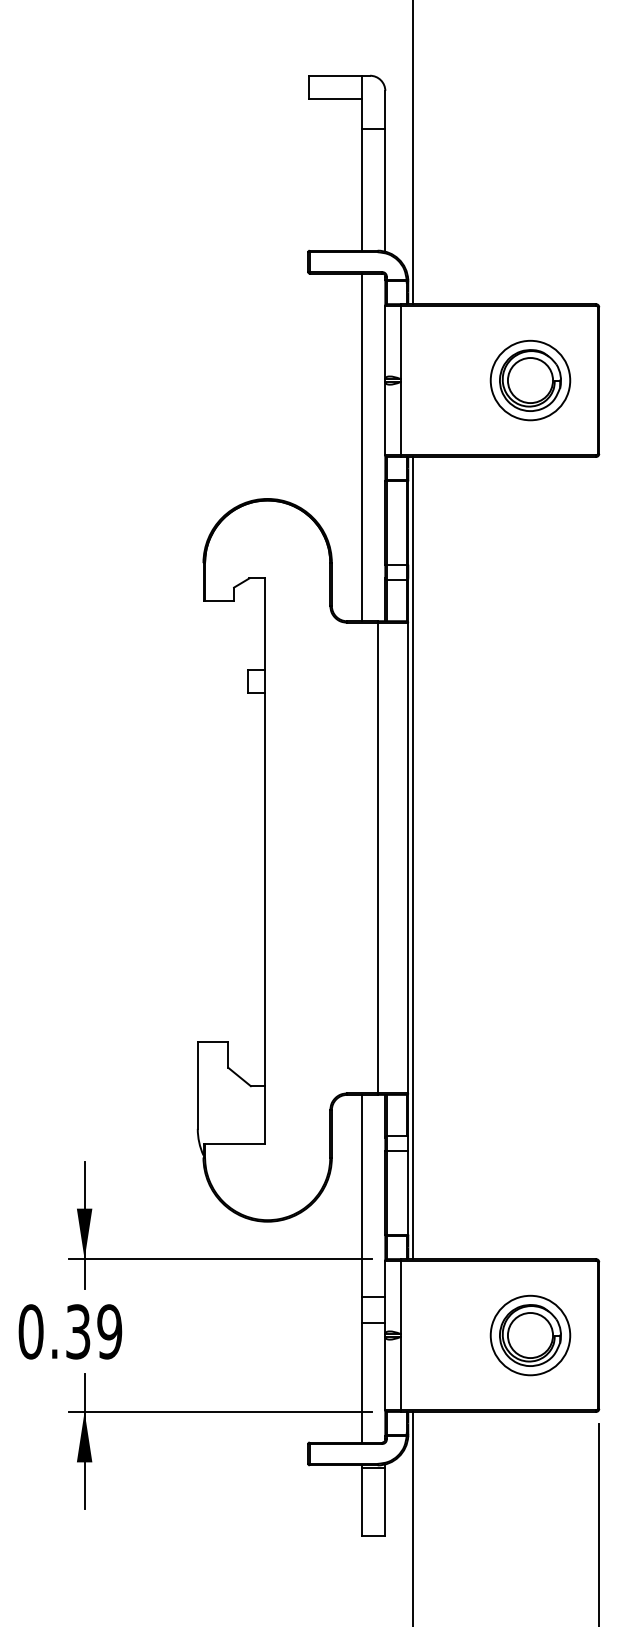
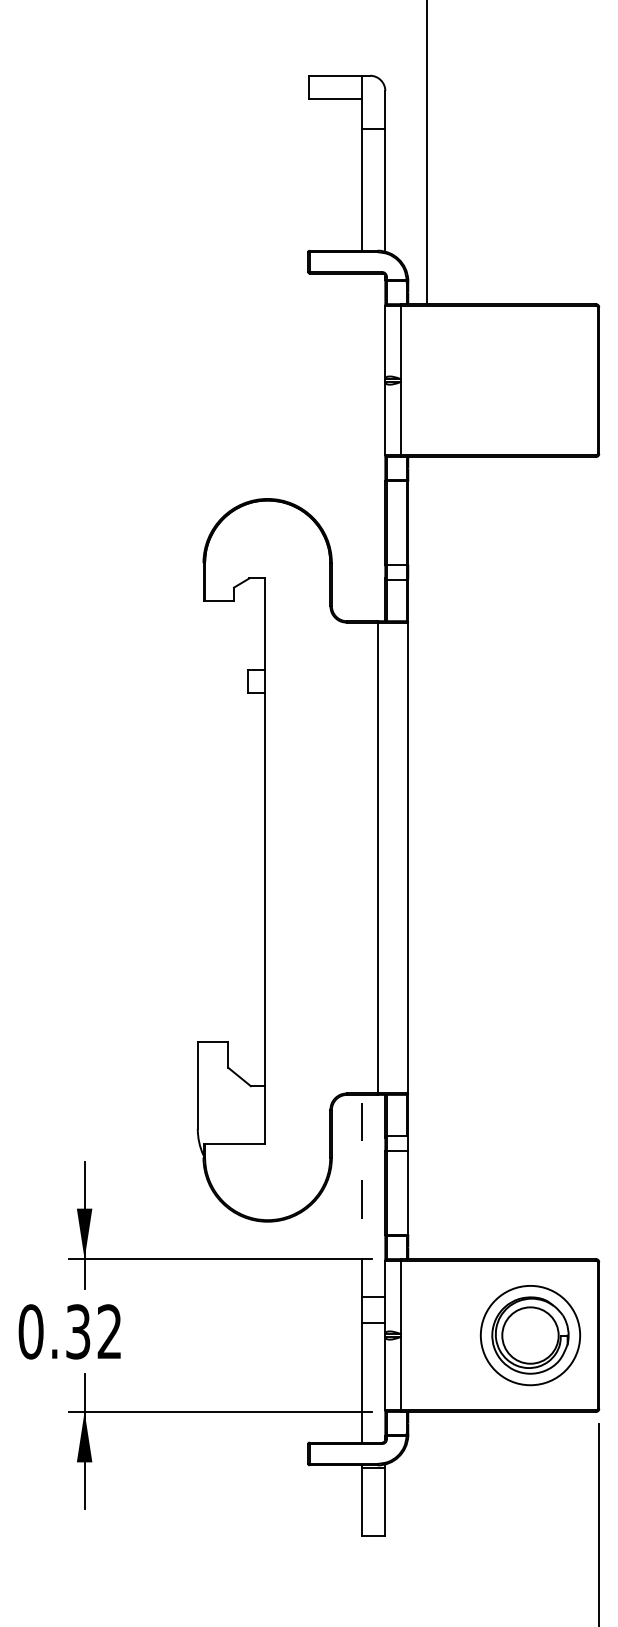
line at (412, 153) position: (412, 153) -> (426, 153)
part at (530, 380): present -> none
line at (362, 447): present -> none
line at (412, 857): present -> none
line at (362, 1195): solid -> dashed
text at (109, 1331): 0.39 -> 0.32
part at (530, 1335) size: 83x83 px -> 103x102 px
line at (412, 1517): present -> none
